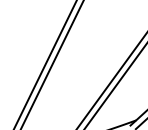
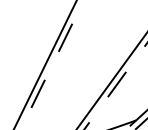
line at (52, 65): solid -> dashed
line at (115, 86): solid -> dashed
